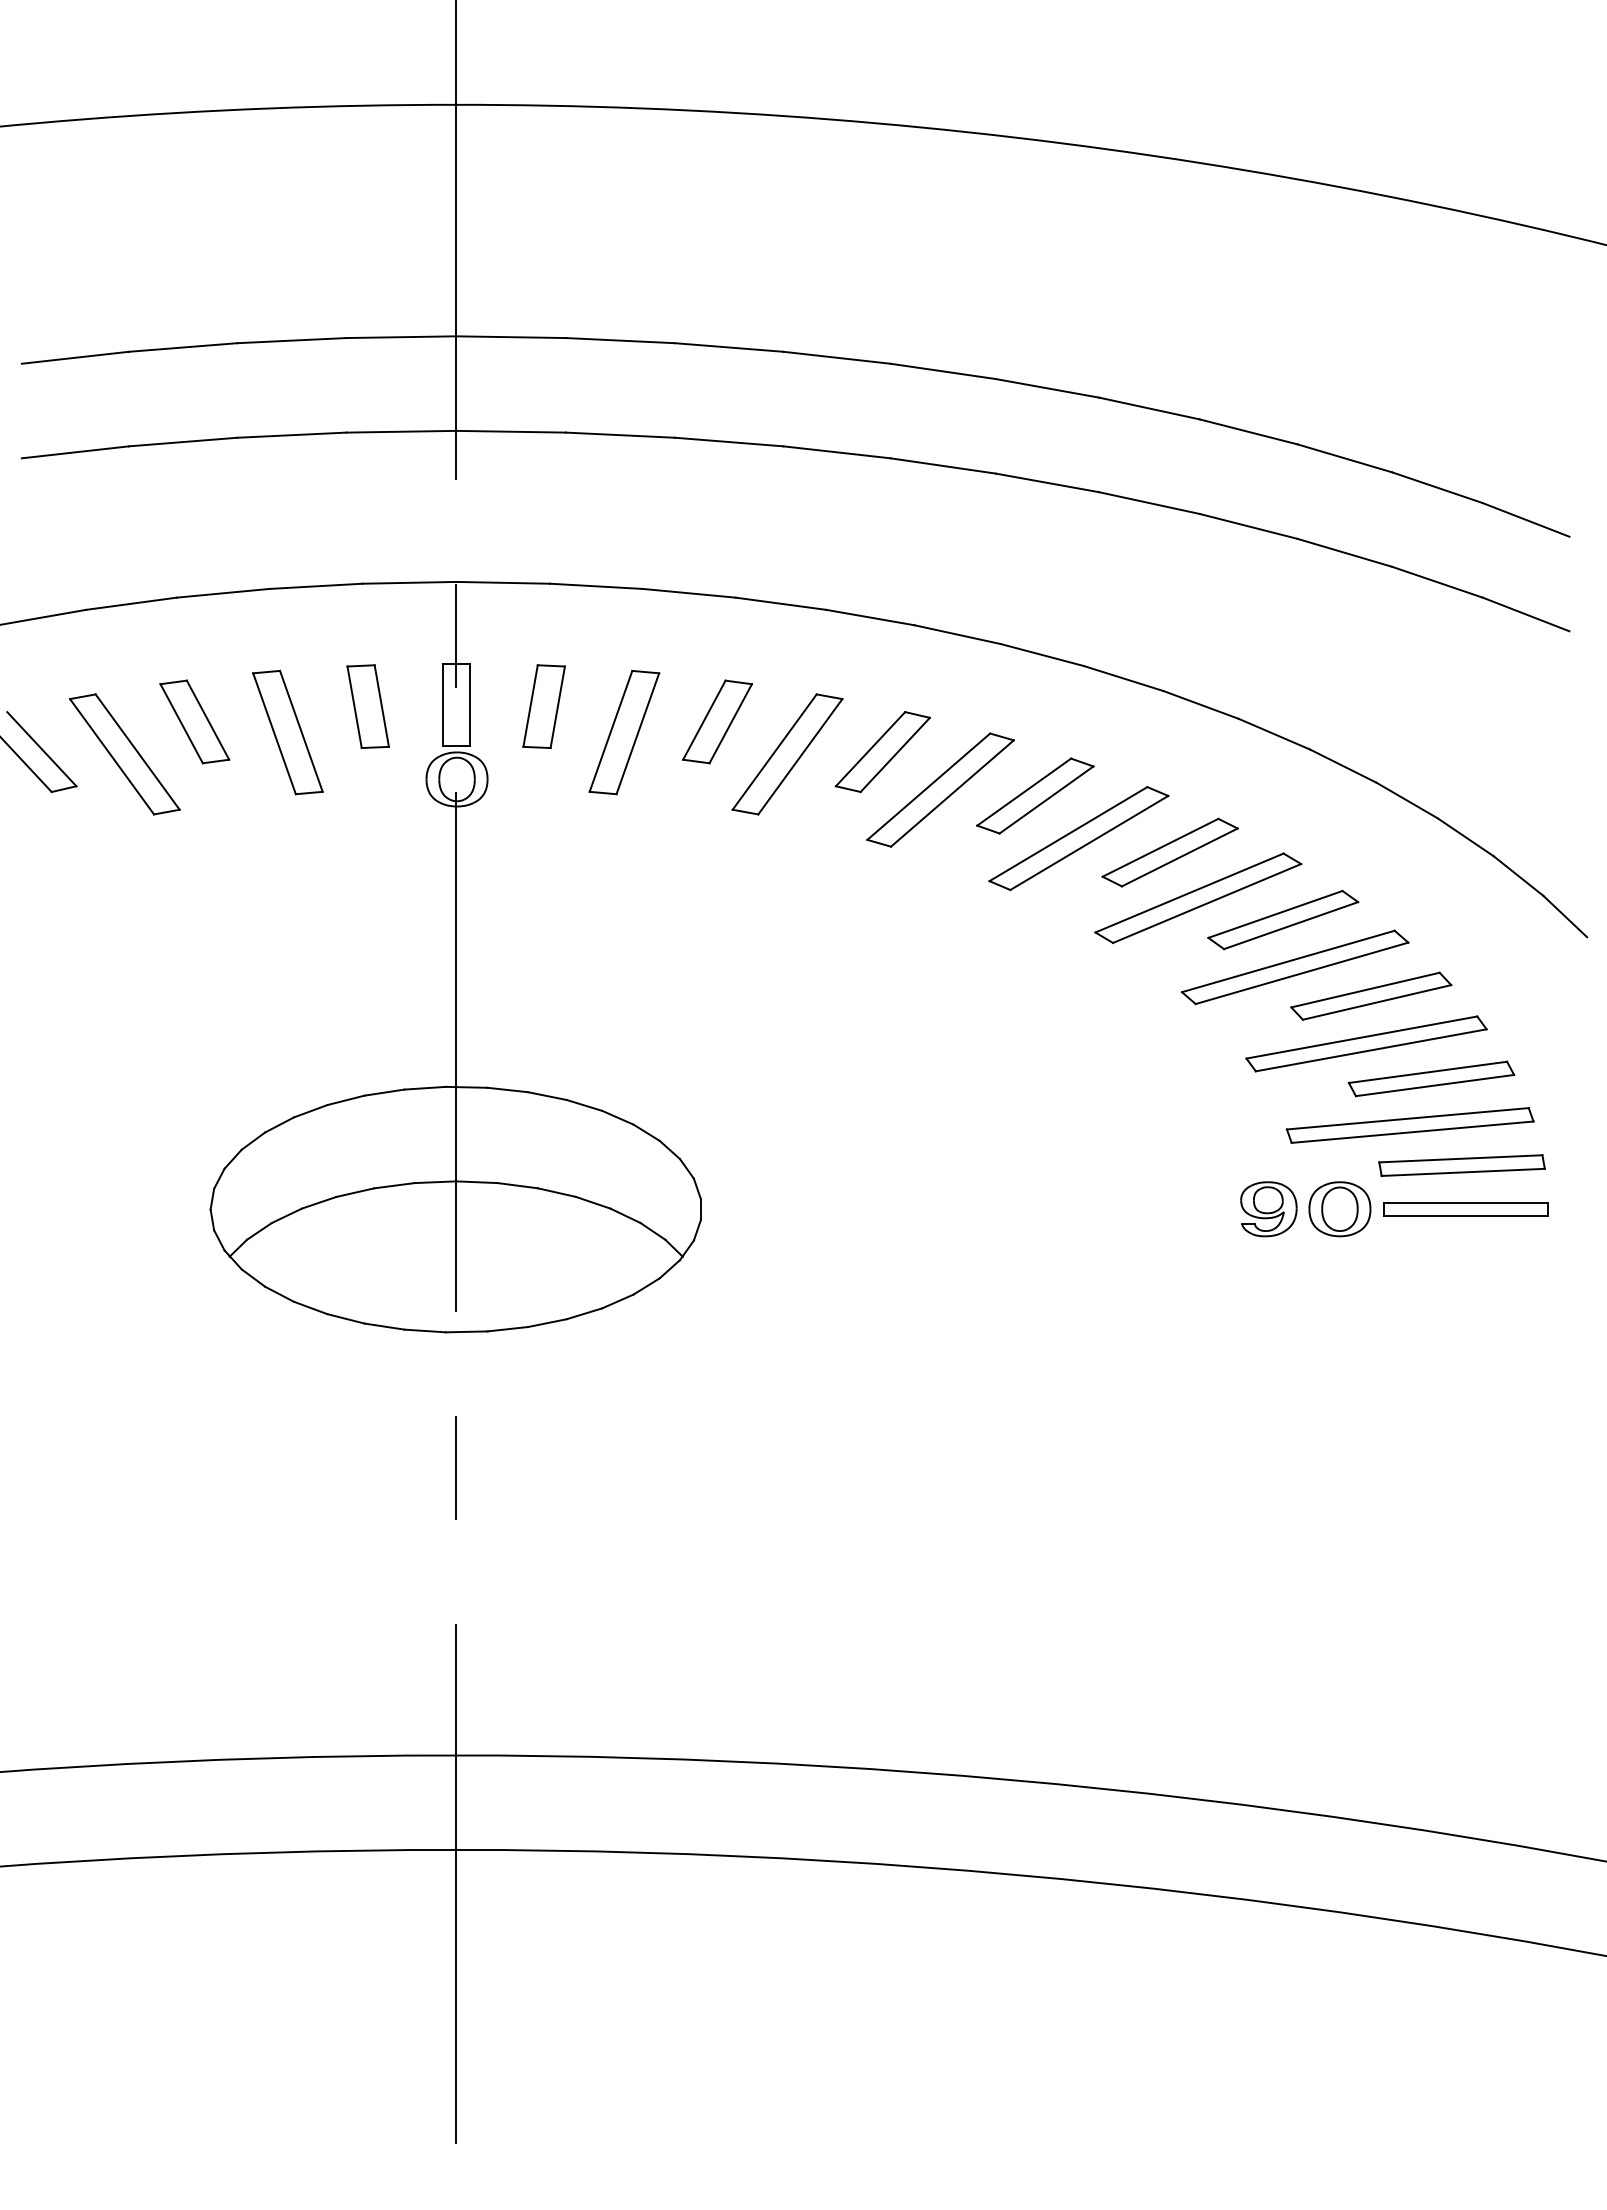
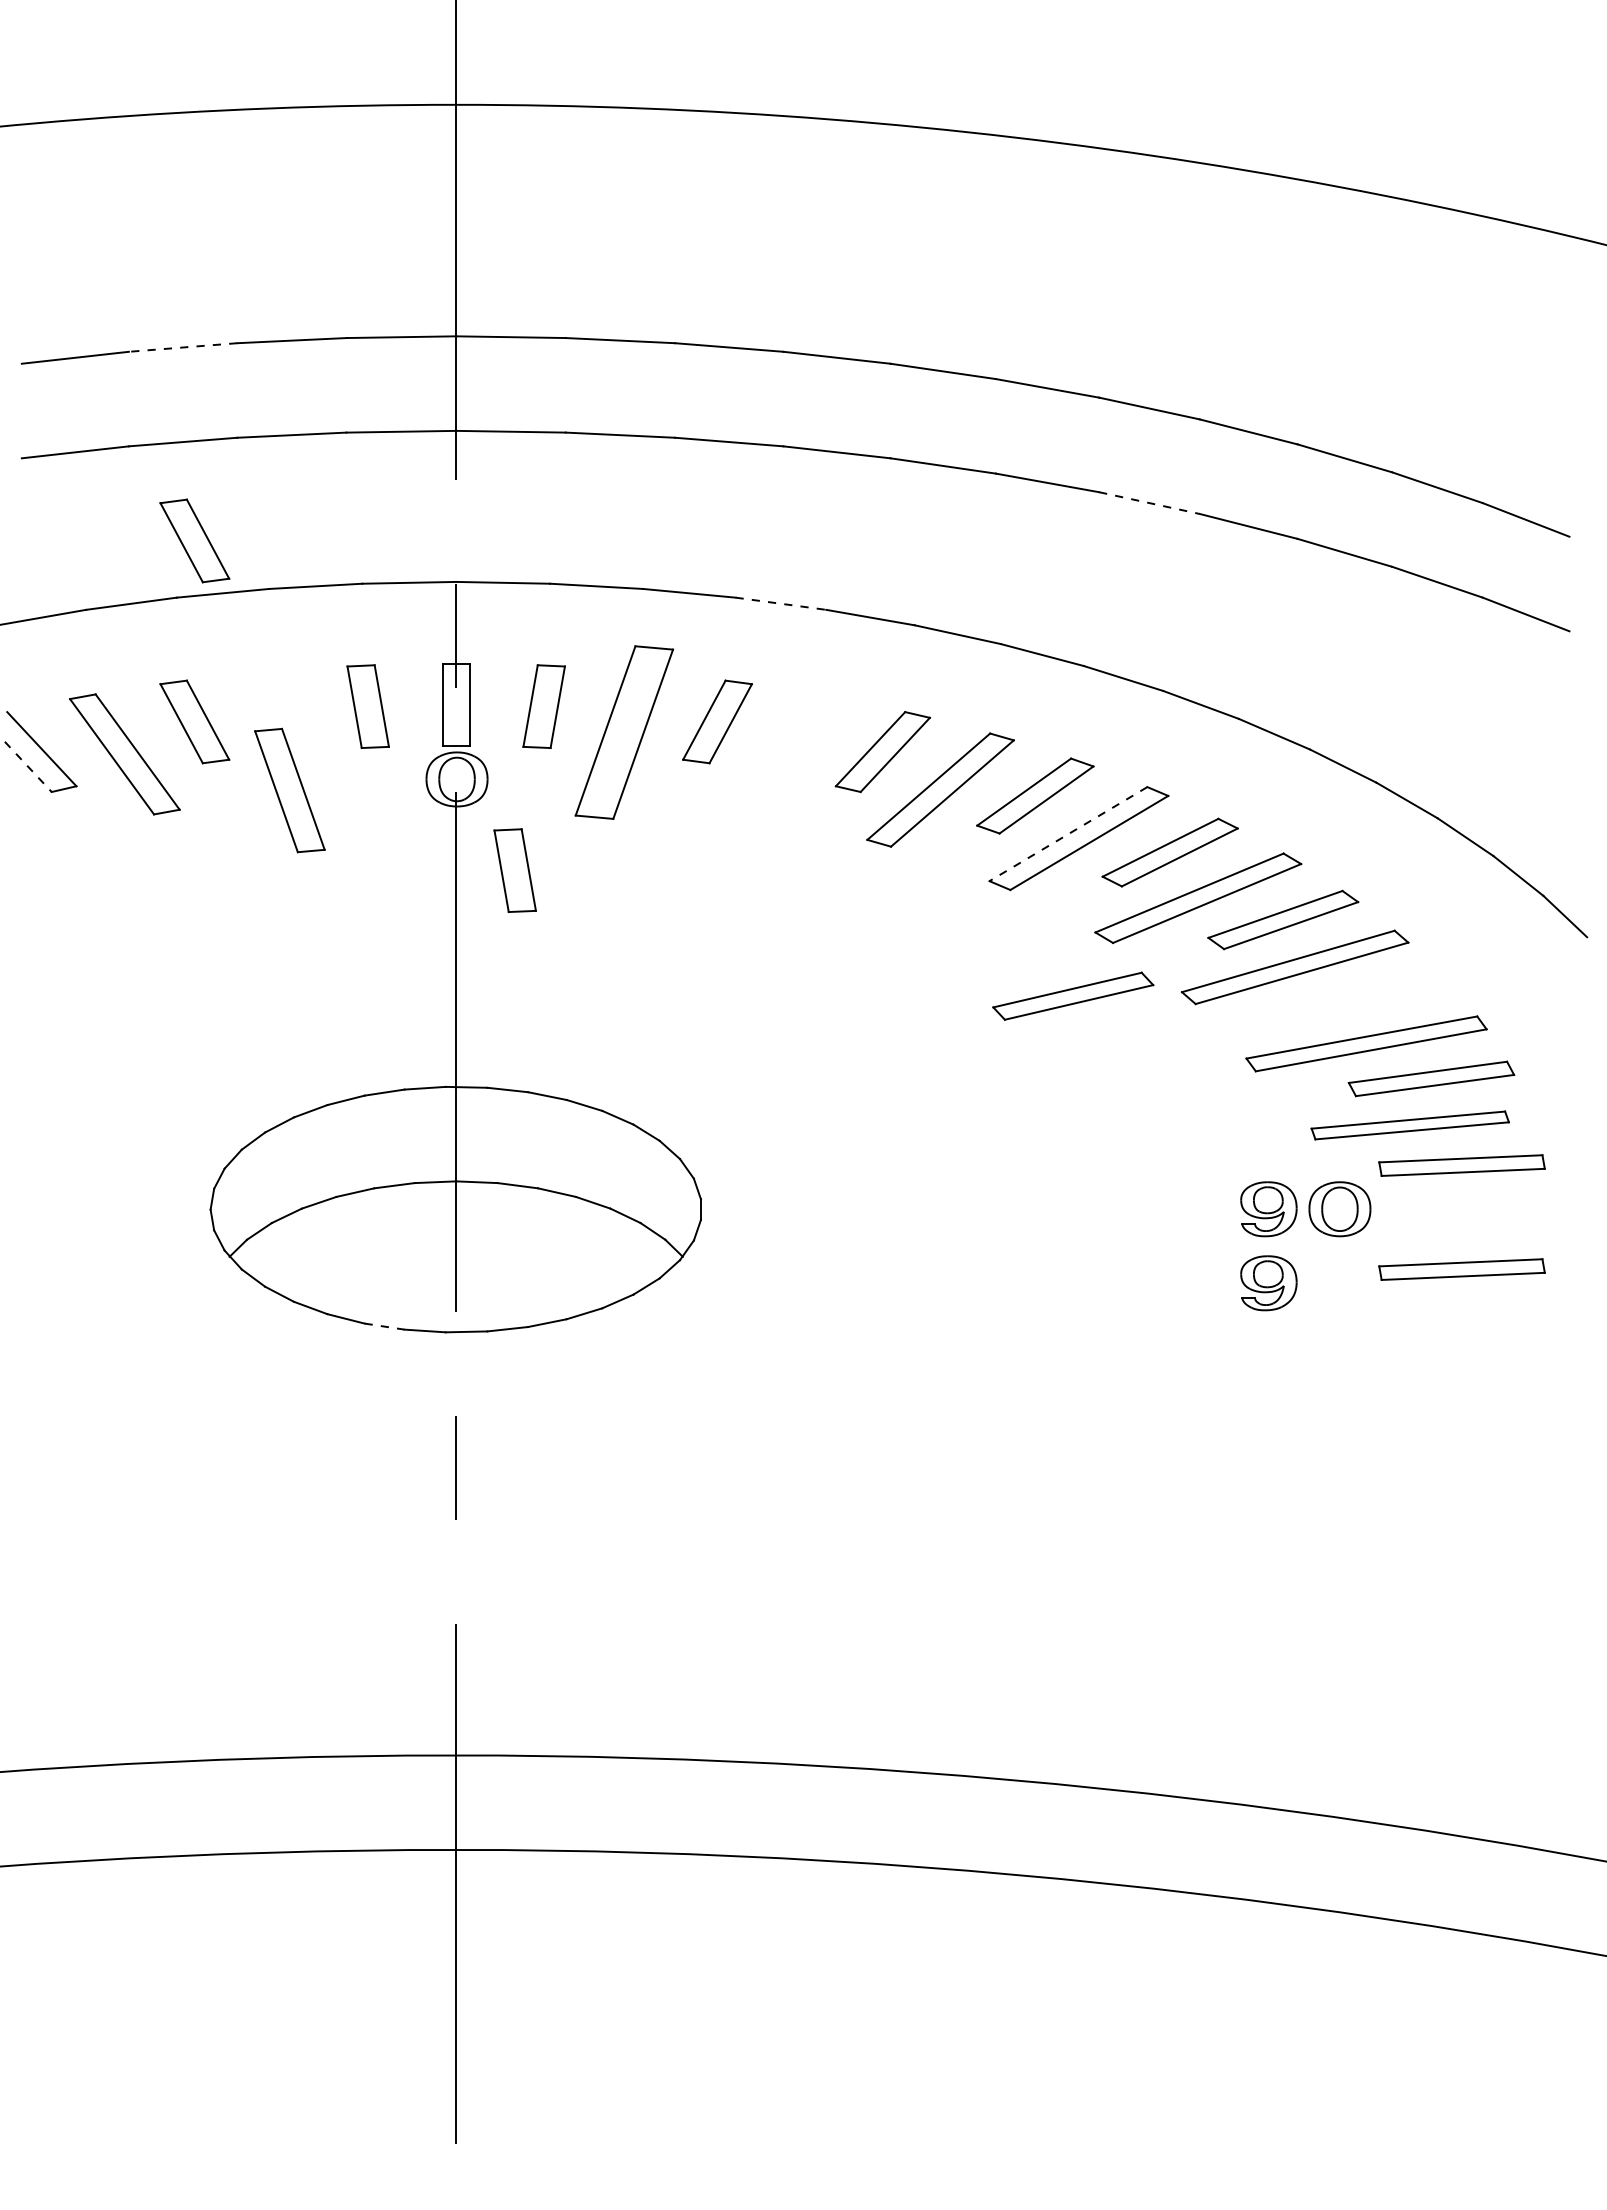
line at (182, 347): solid -> dashed
line at (1149, 503): solid -> dashed
part at (194, 540): none -> present
line at (780, 603): solid -> dashed
part at (287, 732) position: (287, 732) -> (289, 790)
part at (624, 732) size: 73x127 px -> 101x175 px
part at (787, 754): present -> none
line at (25, 764): solid -> dashed
line at (1068, 834): solid -> dashed
part at (514, 870): none -> present
part at (1371, 995) position: (1371, 995) -> (1073, 995)
part at (1410, 1125) size: 249x37 px -> 200x31 px
part at (1465, 1209): present -> none
part at (1461, 1269): none -> present
part at (1268, 1283): none -> present
line at (385, 1326): solid -> dashed
